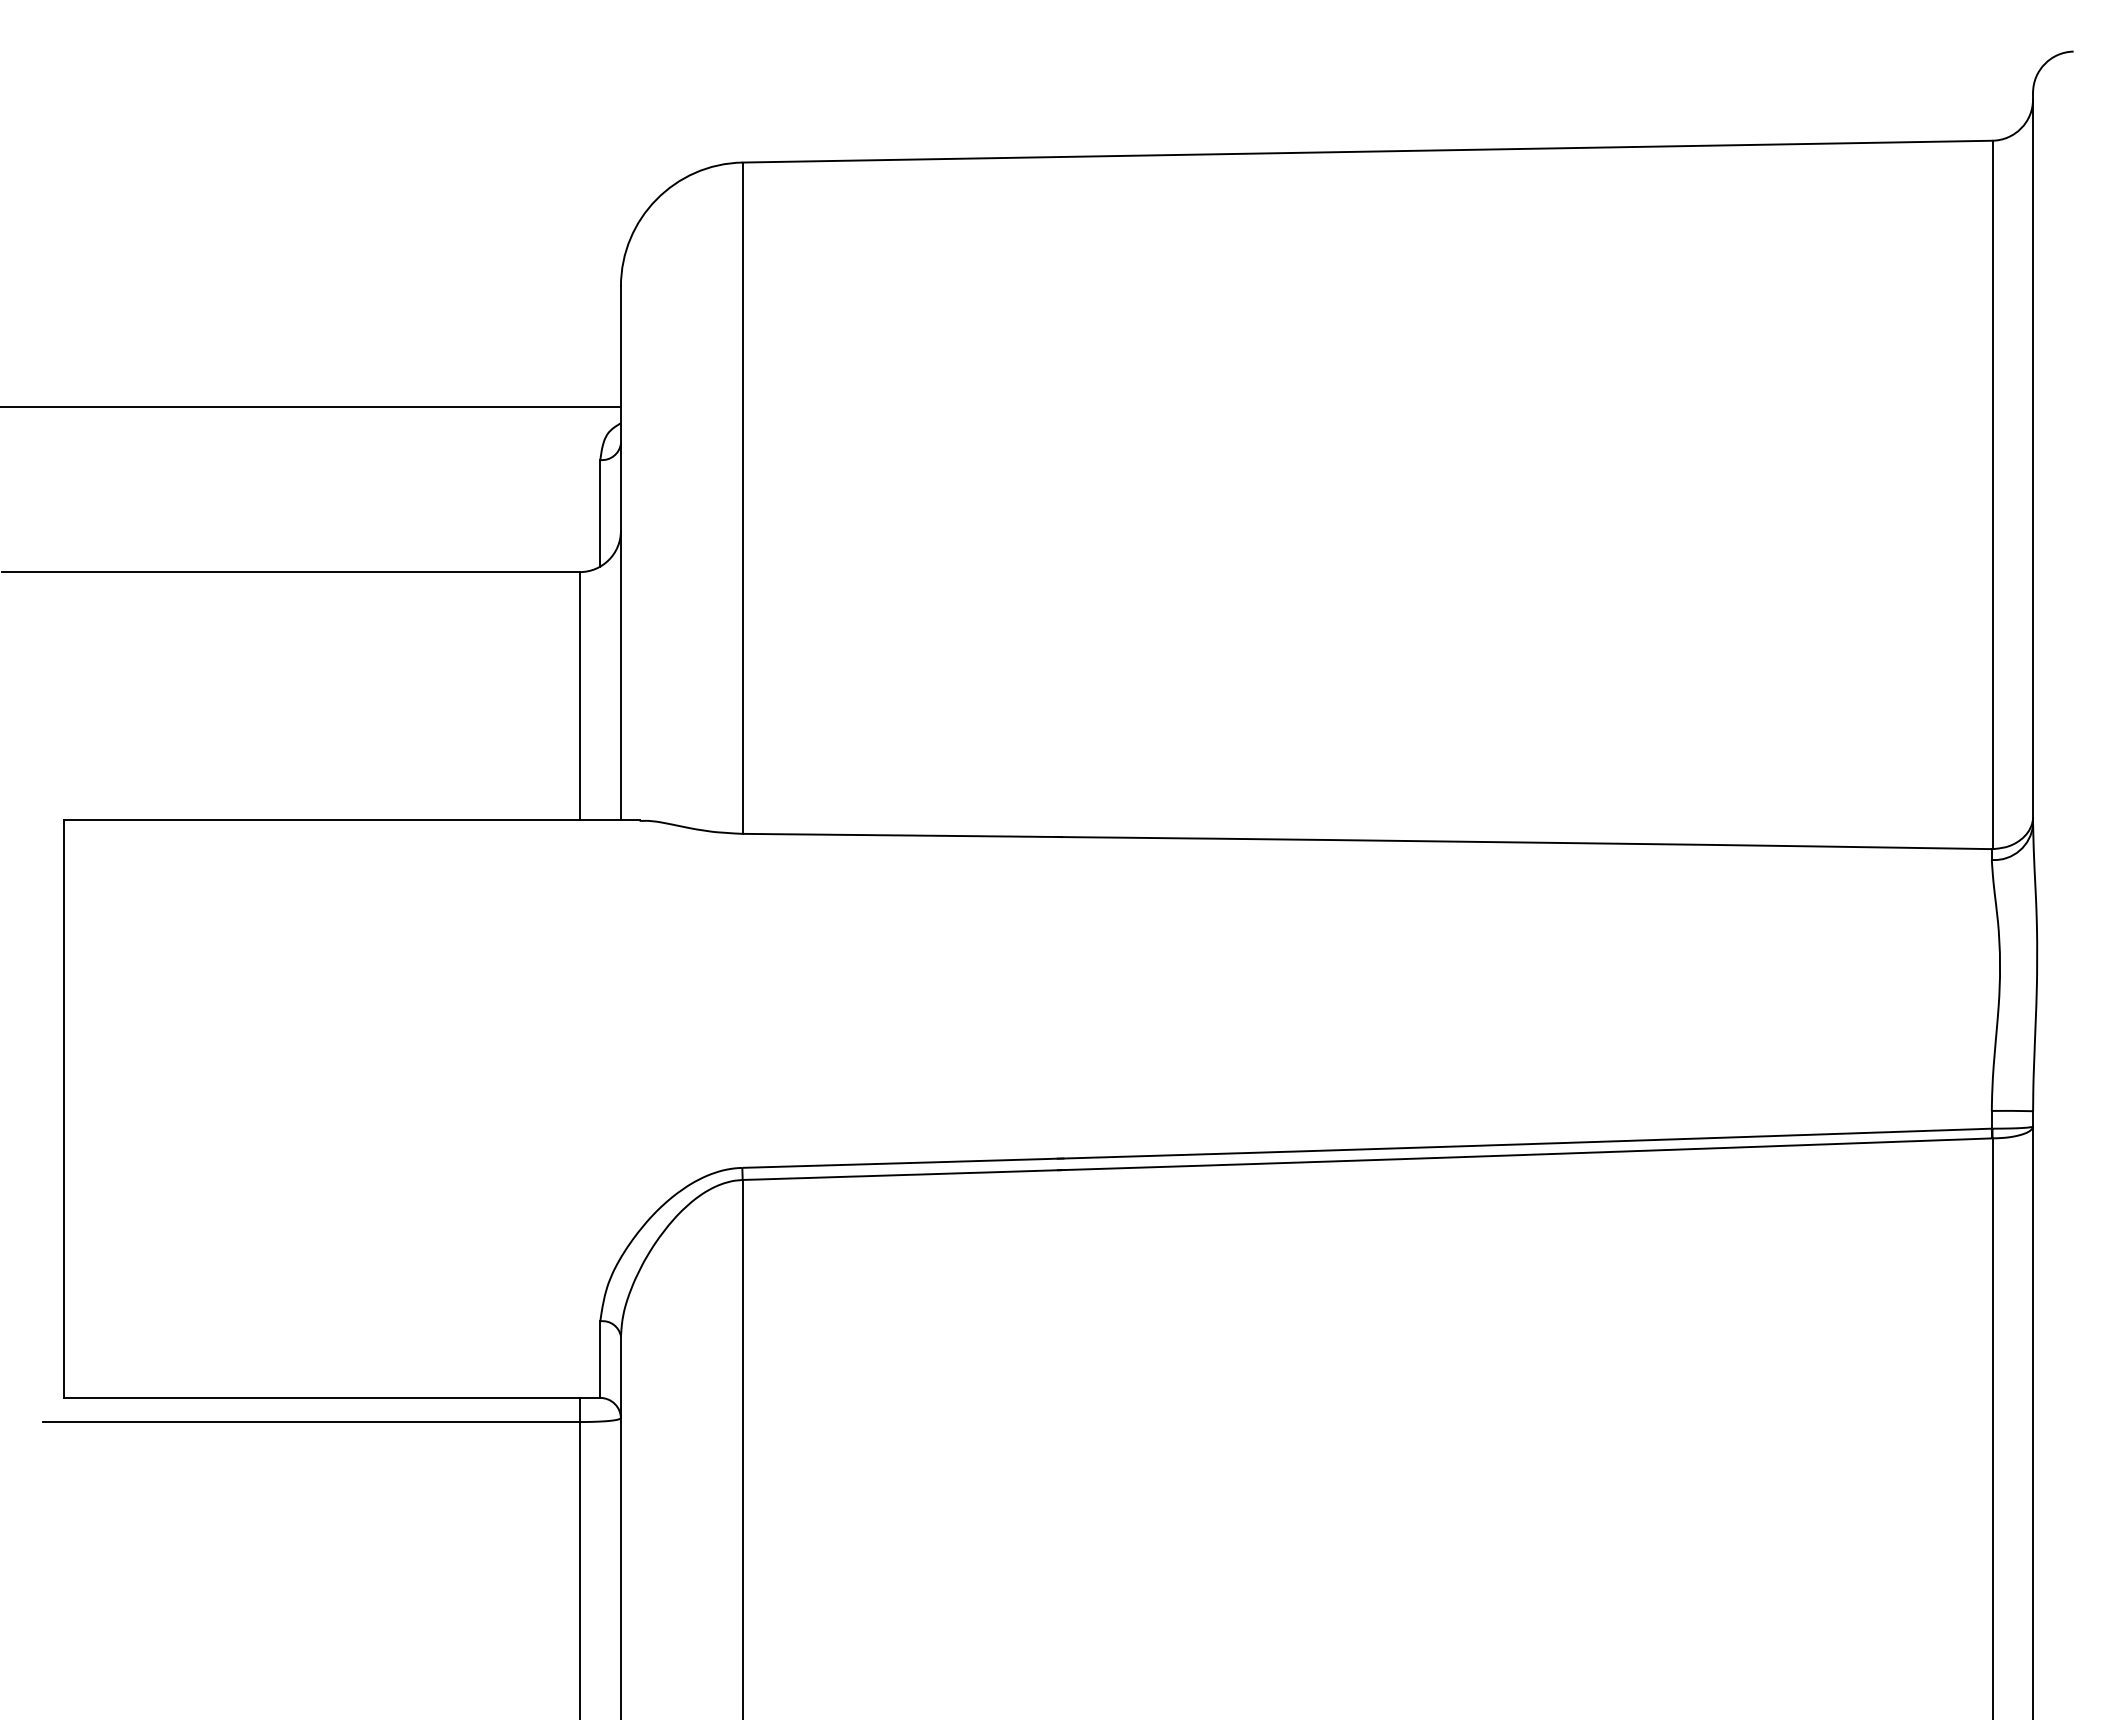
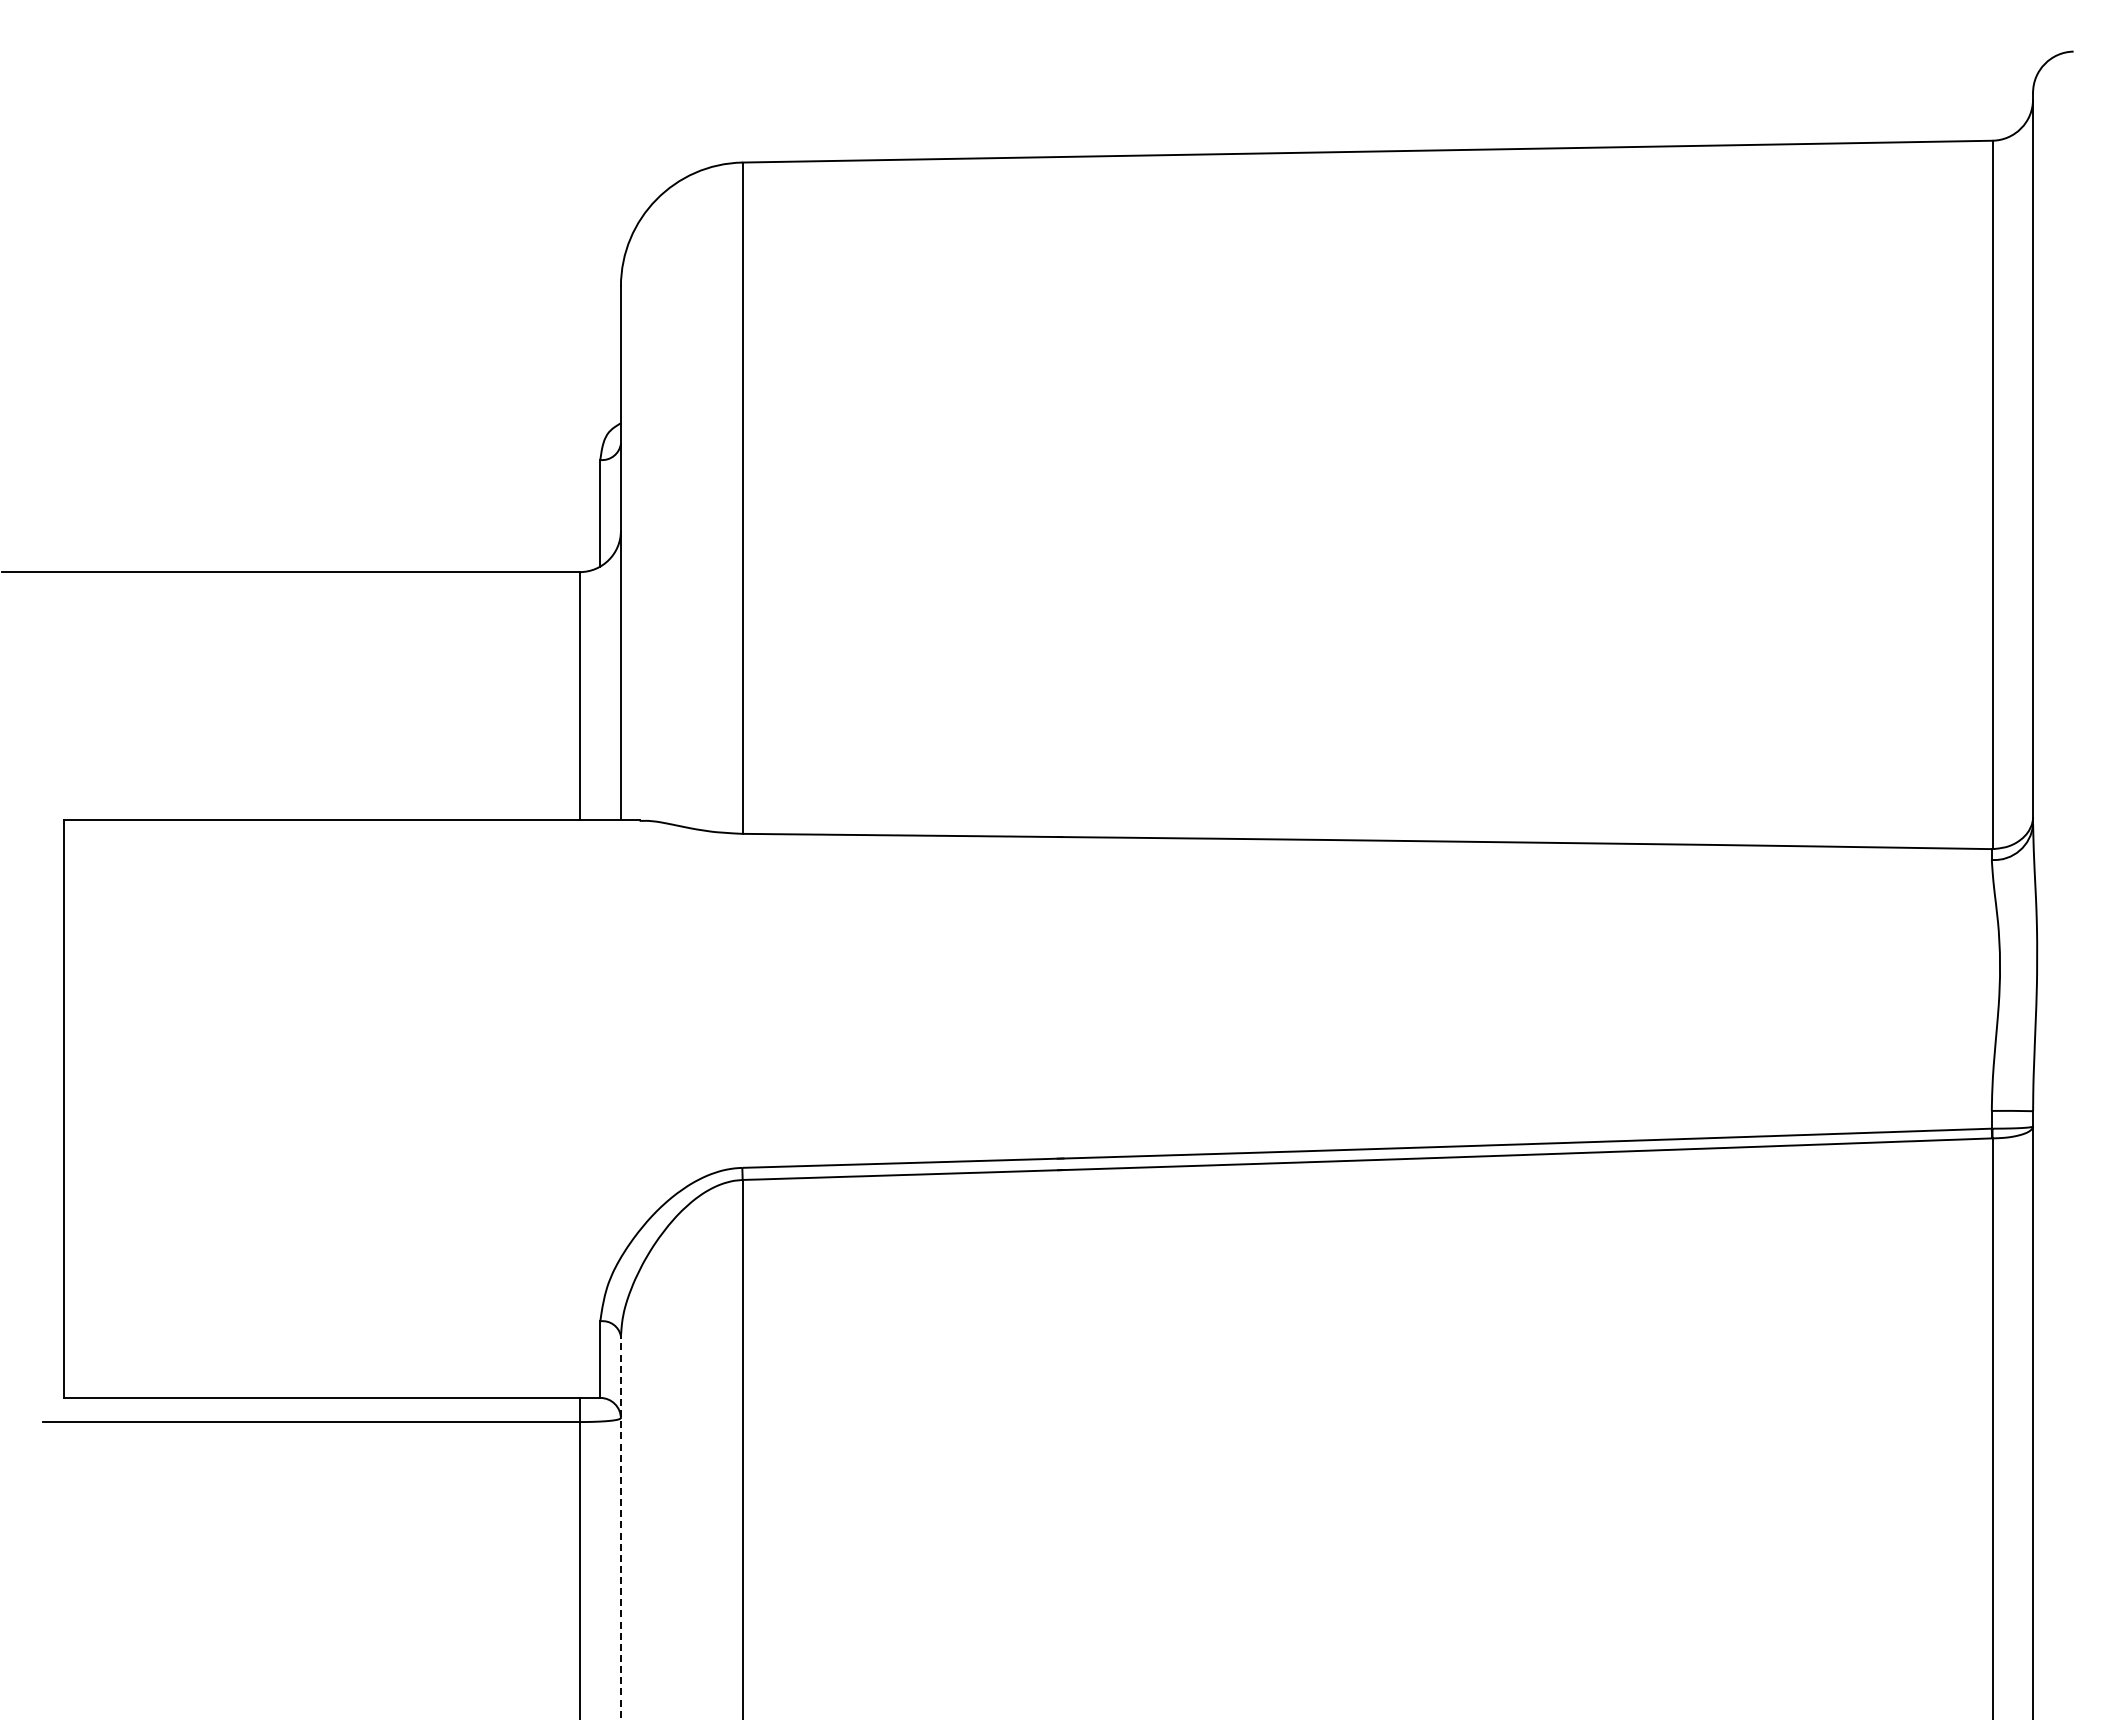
line at (311, 406): present -> none
line at (620, 1527): solid -> dashed
